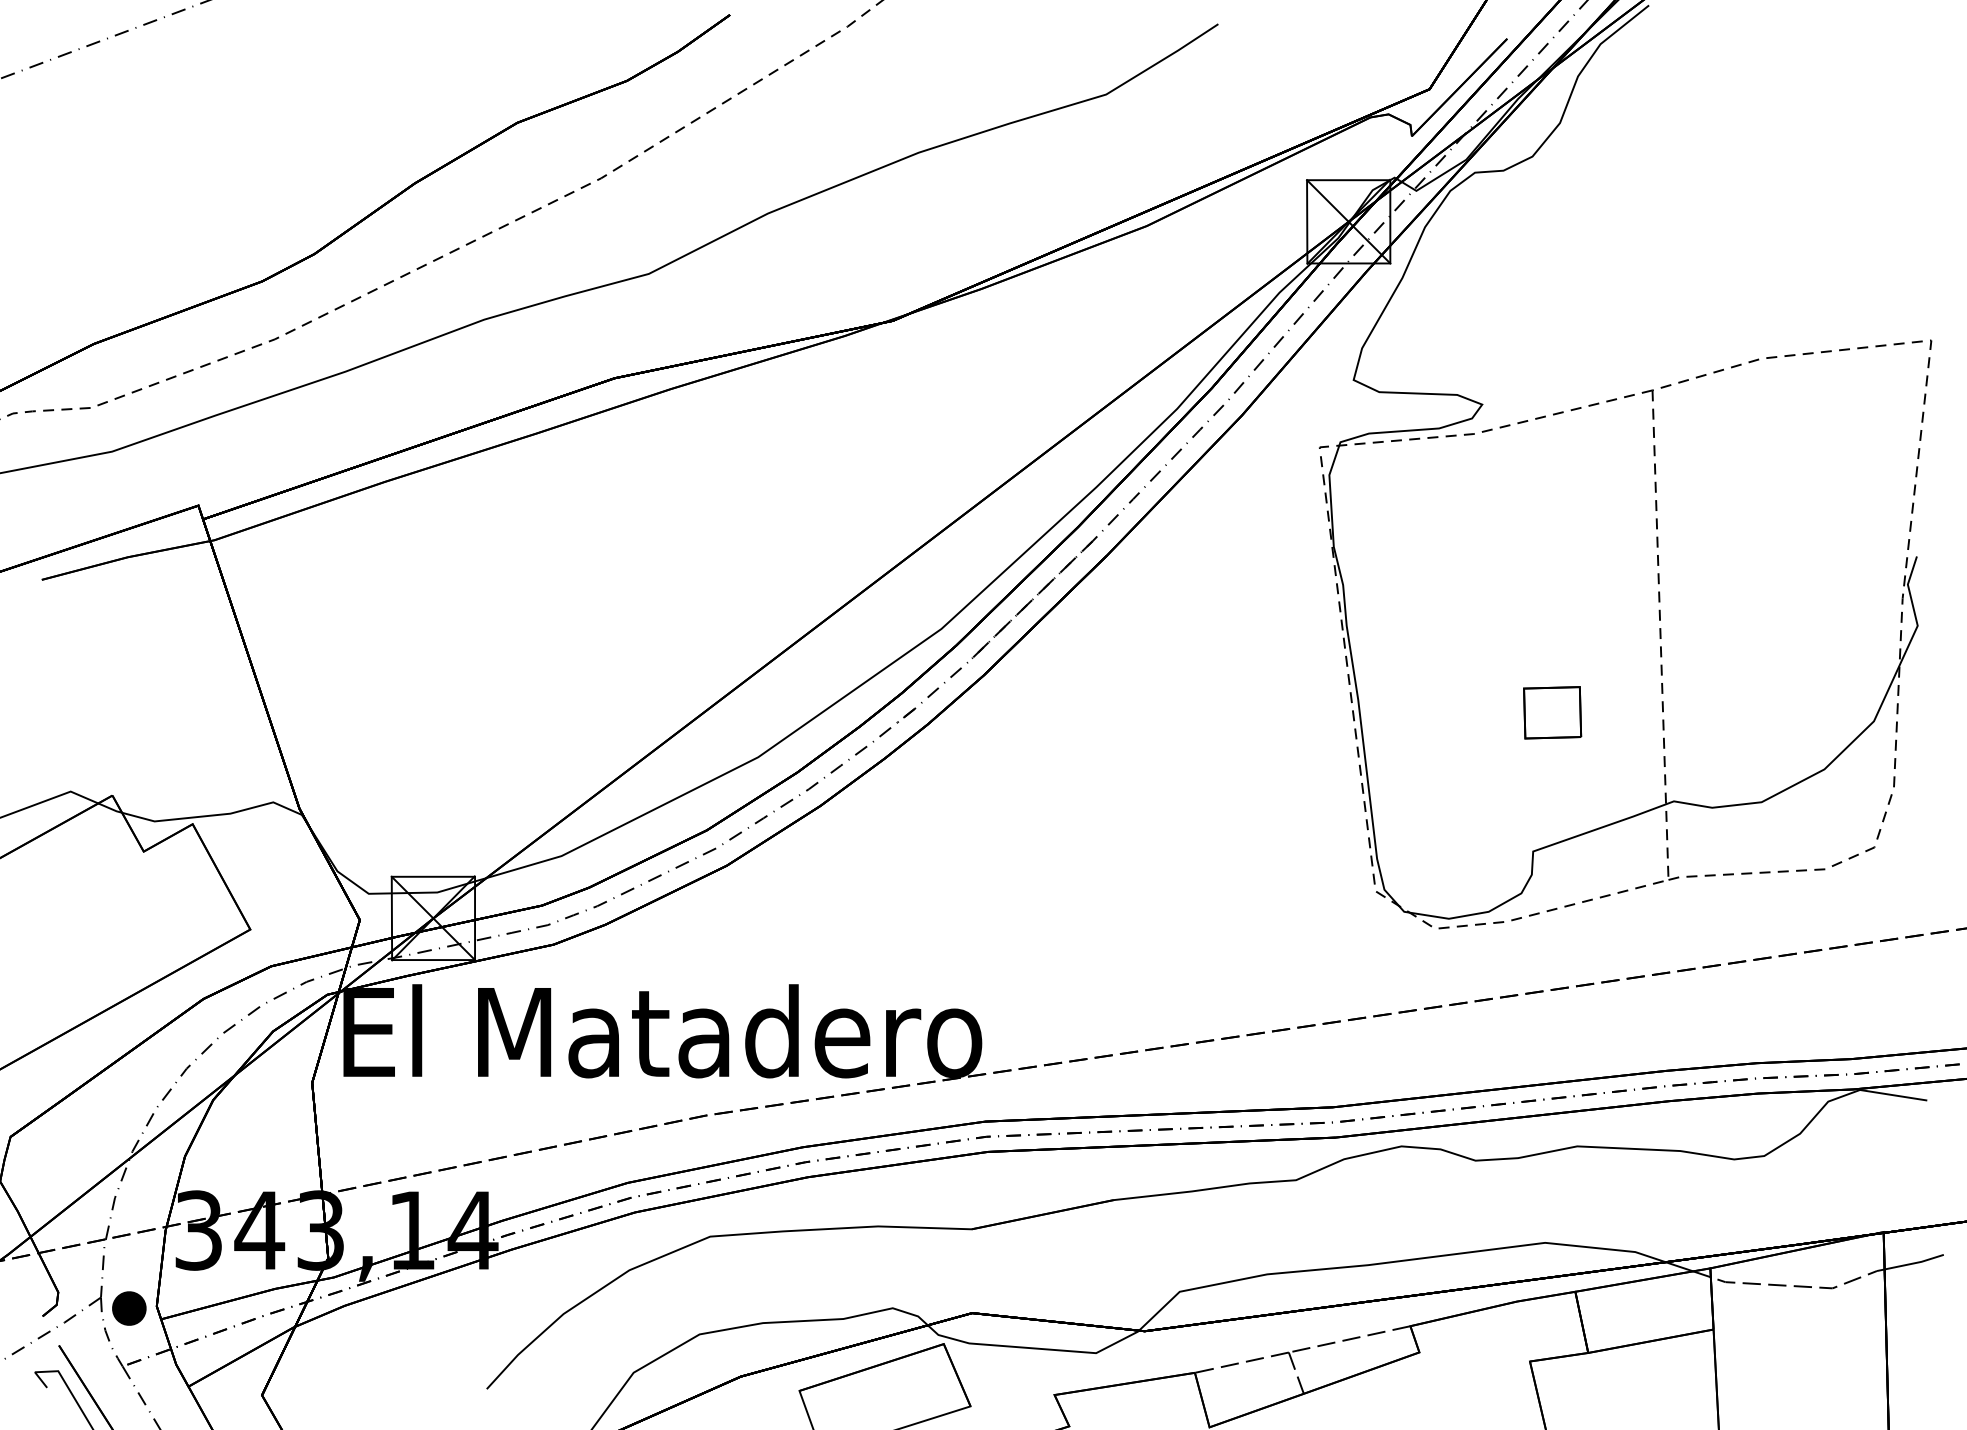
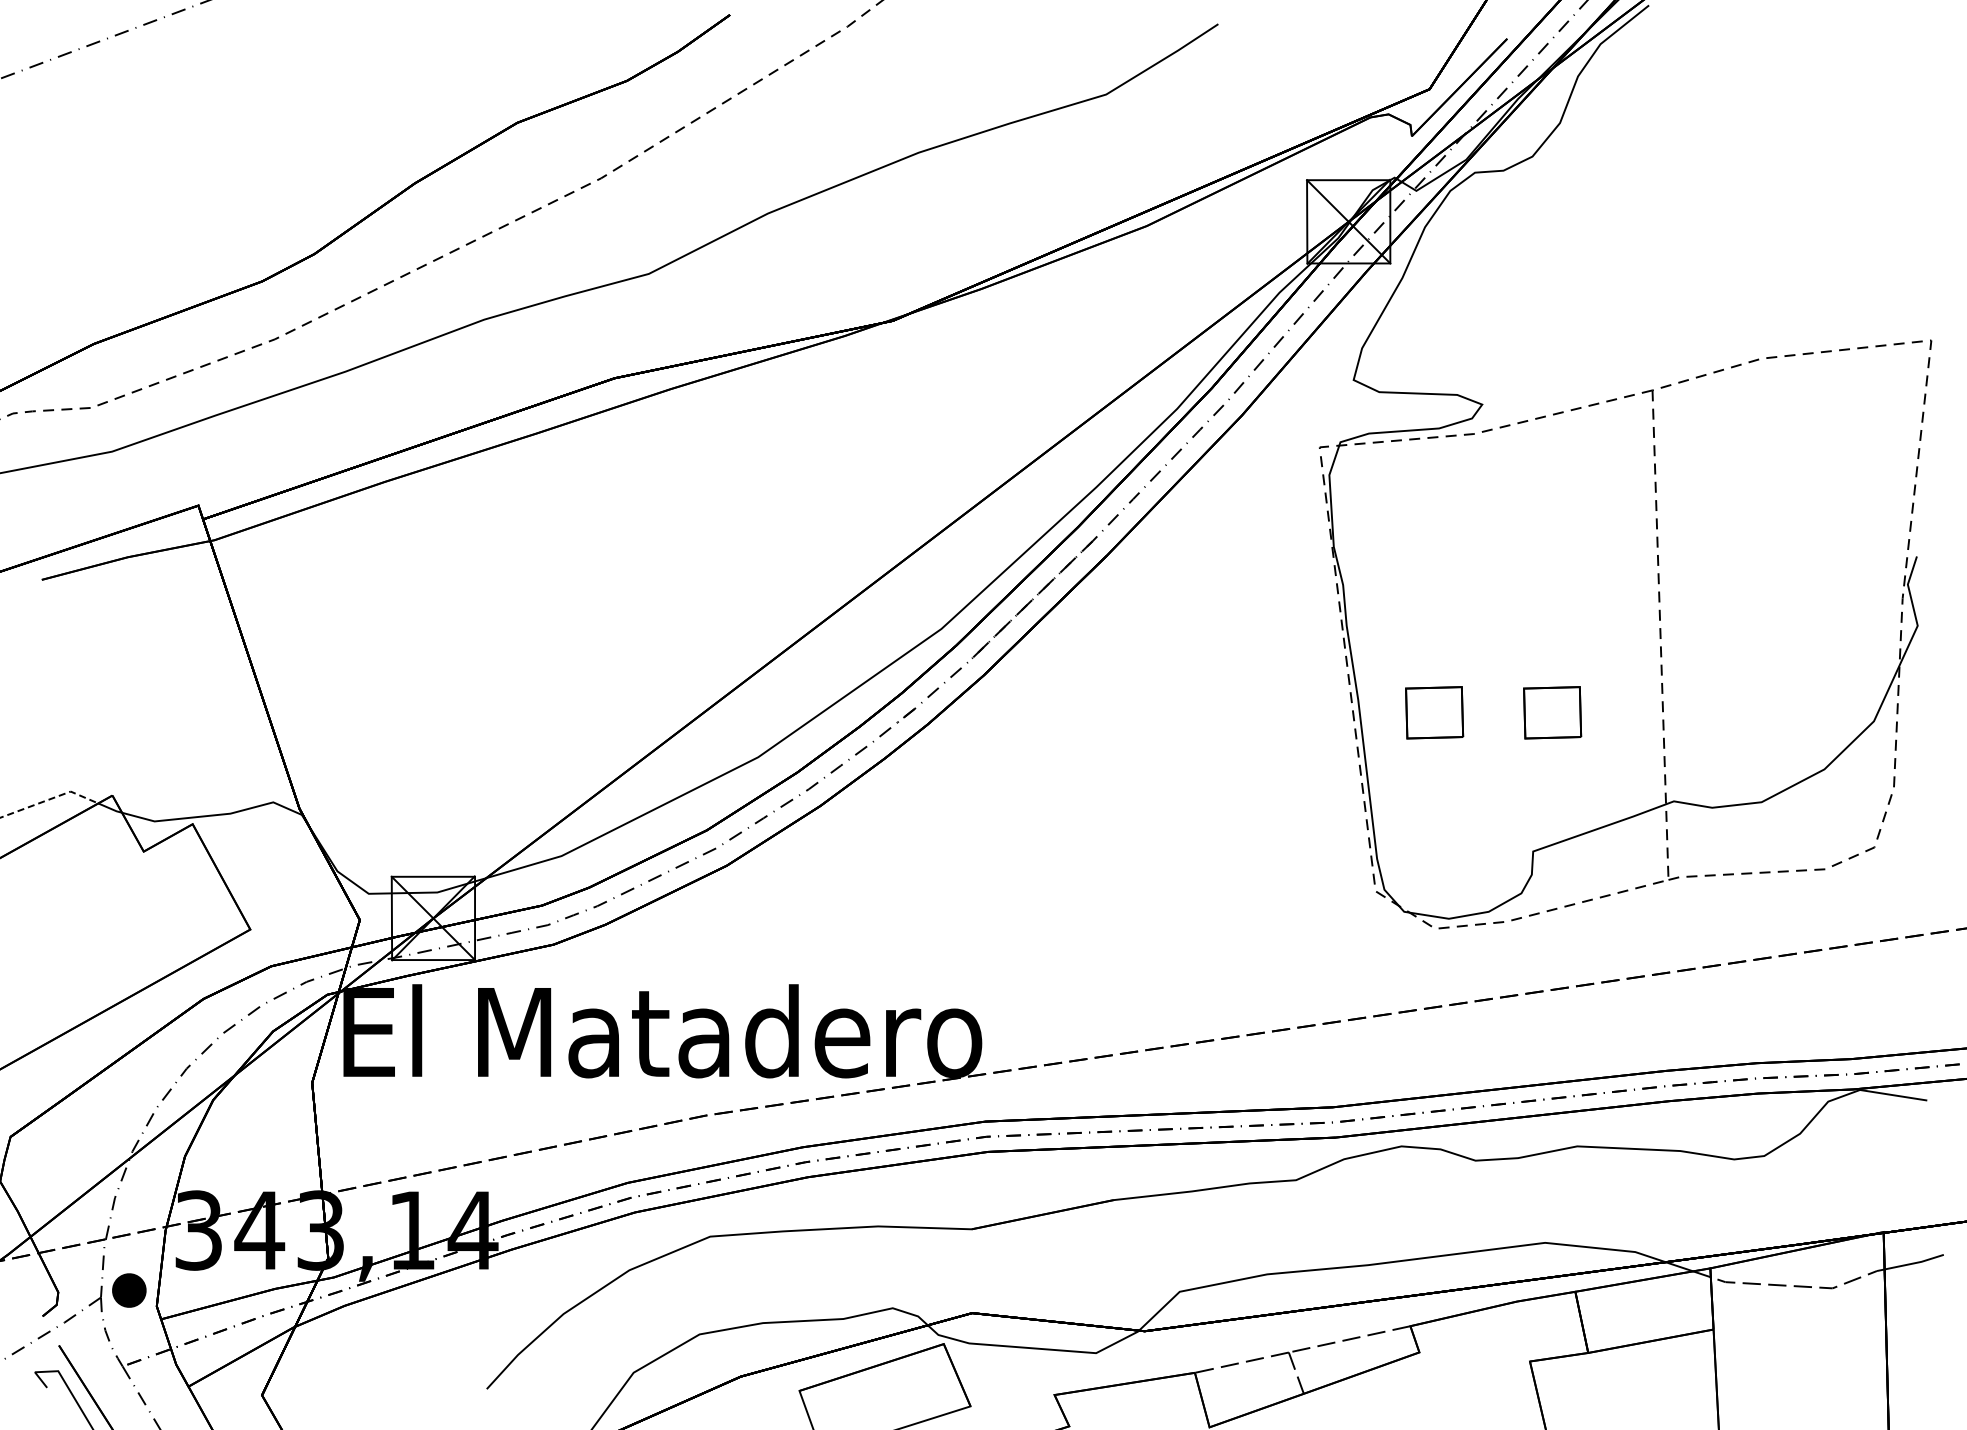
part at (1434, 712): none -> present
line at (51, 798): solid -> dashed
part at (129, 1308) position: (129, 1308) -> (129, 1290)
